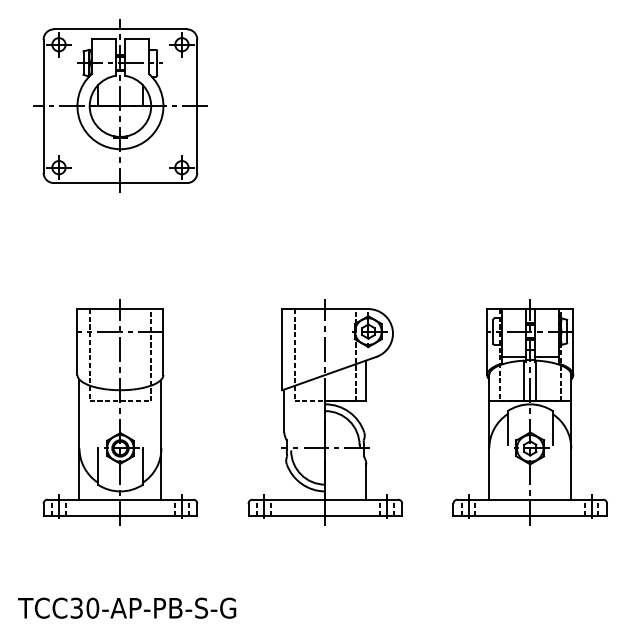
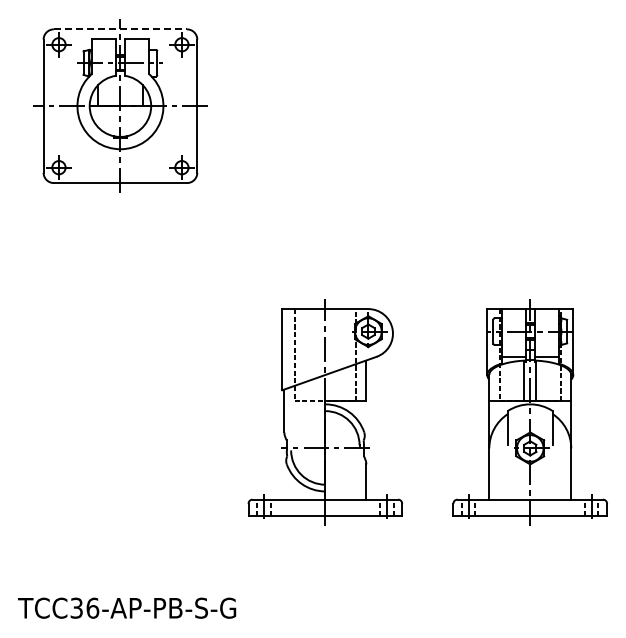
line at (120, 29): solid -> dashed
part at (120, 412): present -> none
text at (92, 607): TCC30-AP-PB-S-G -> TCC36-AP-PB-S-G
